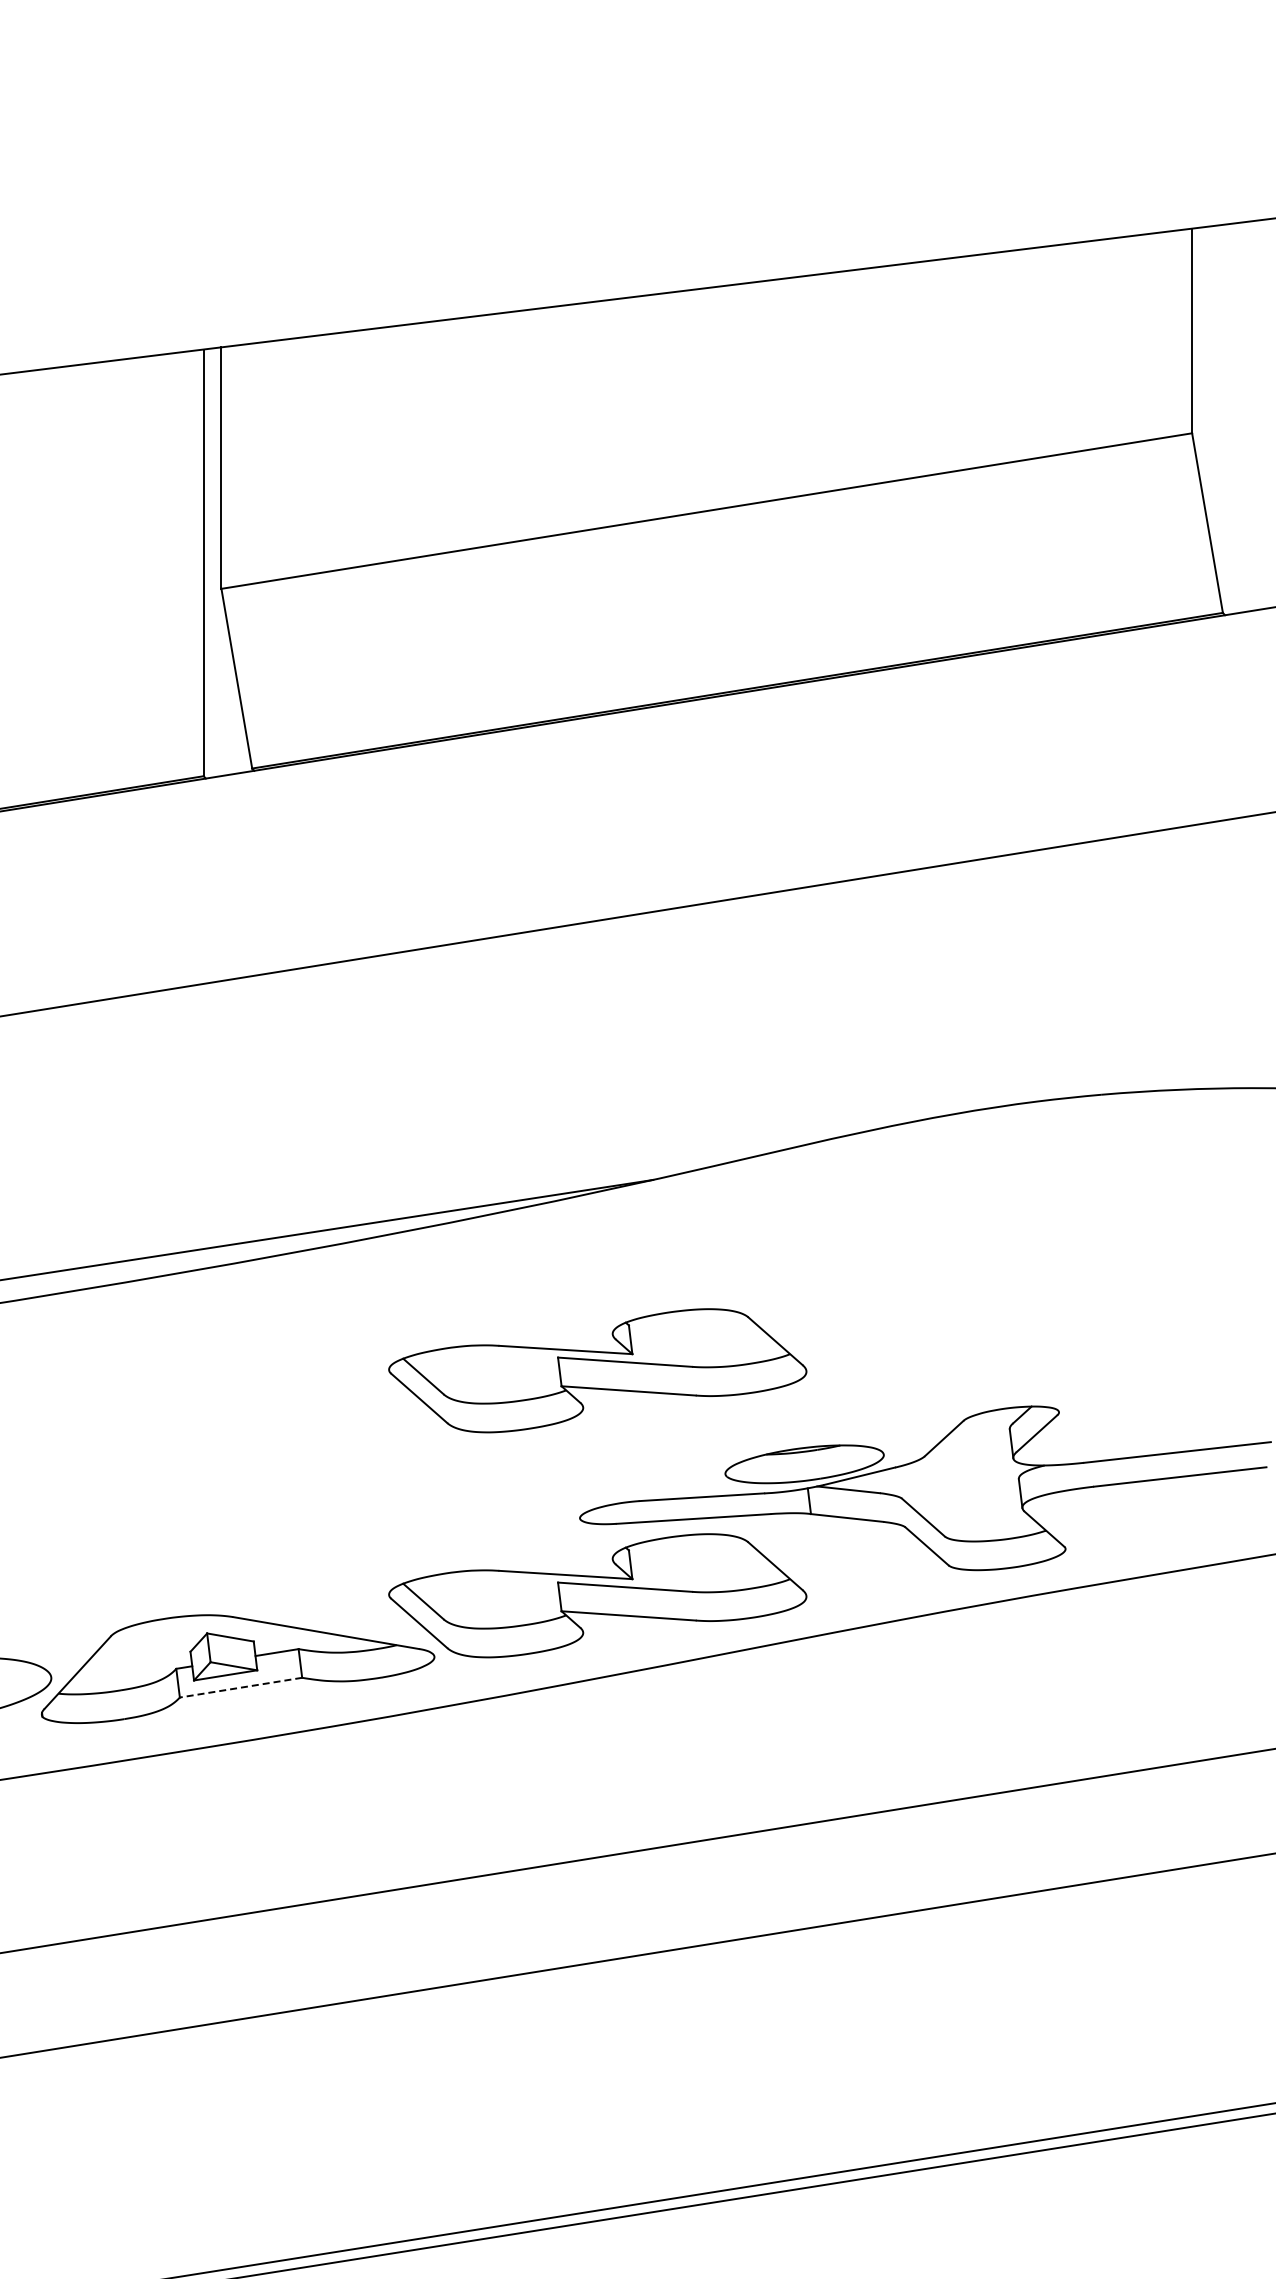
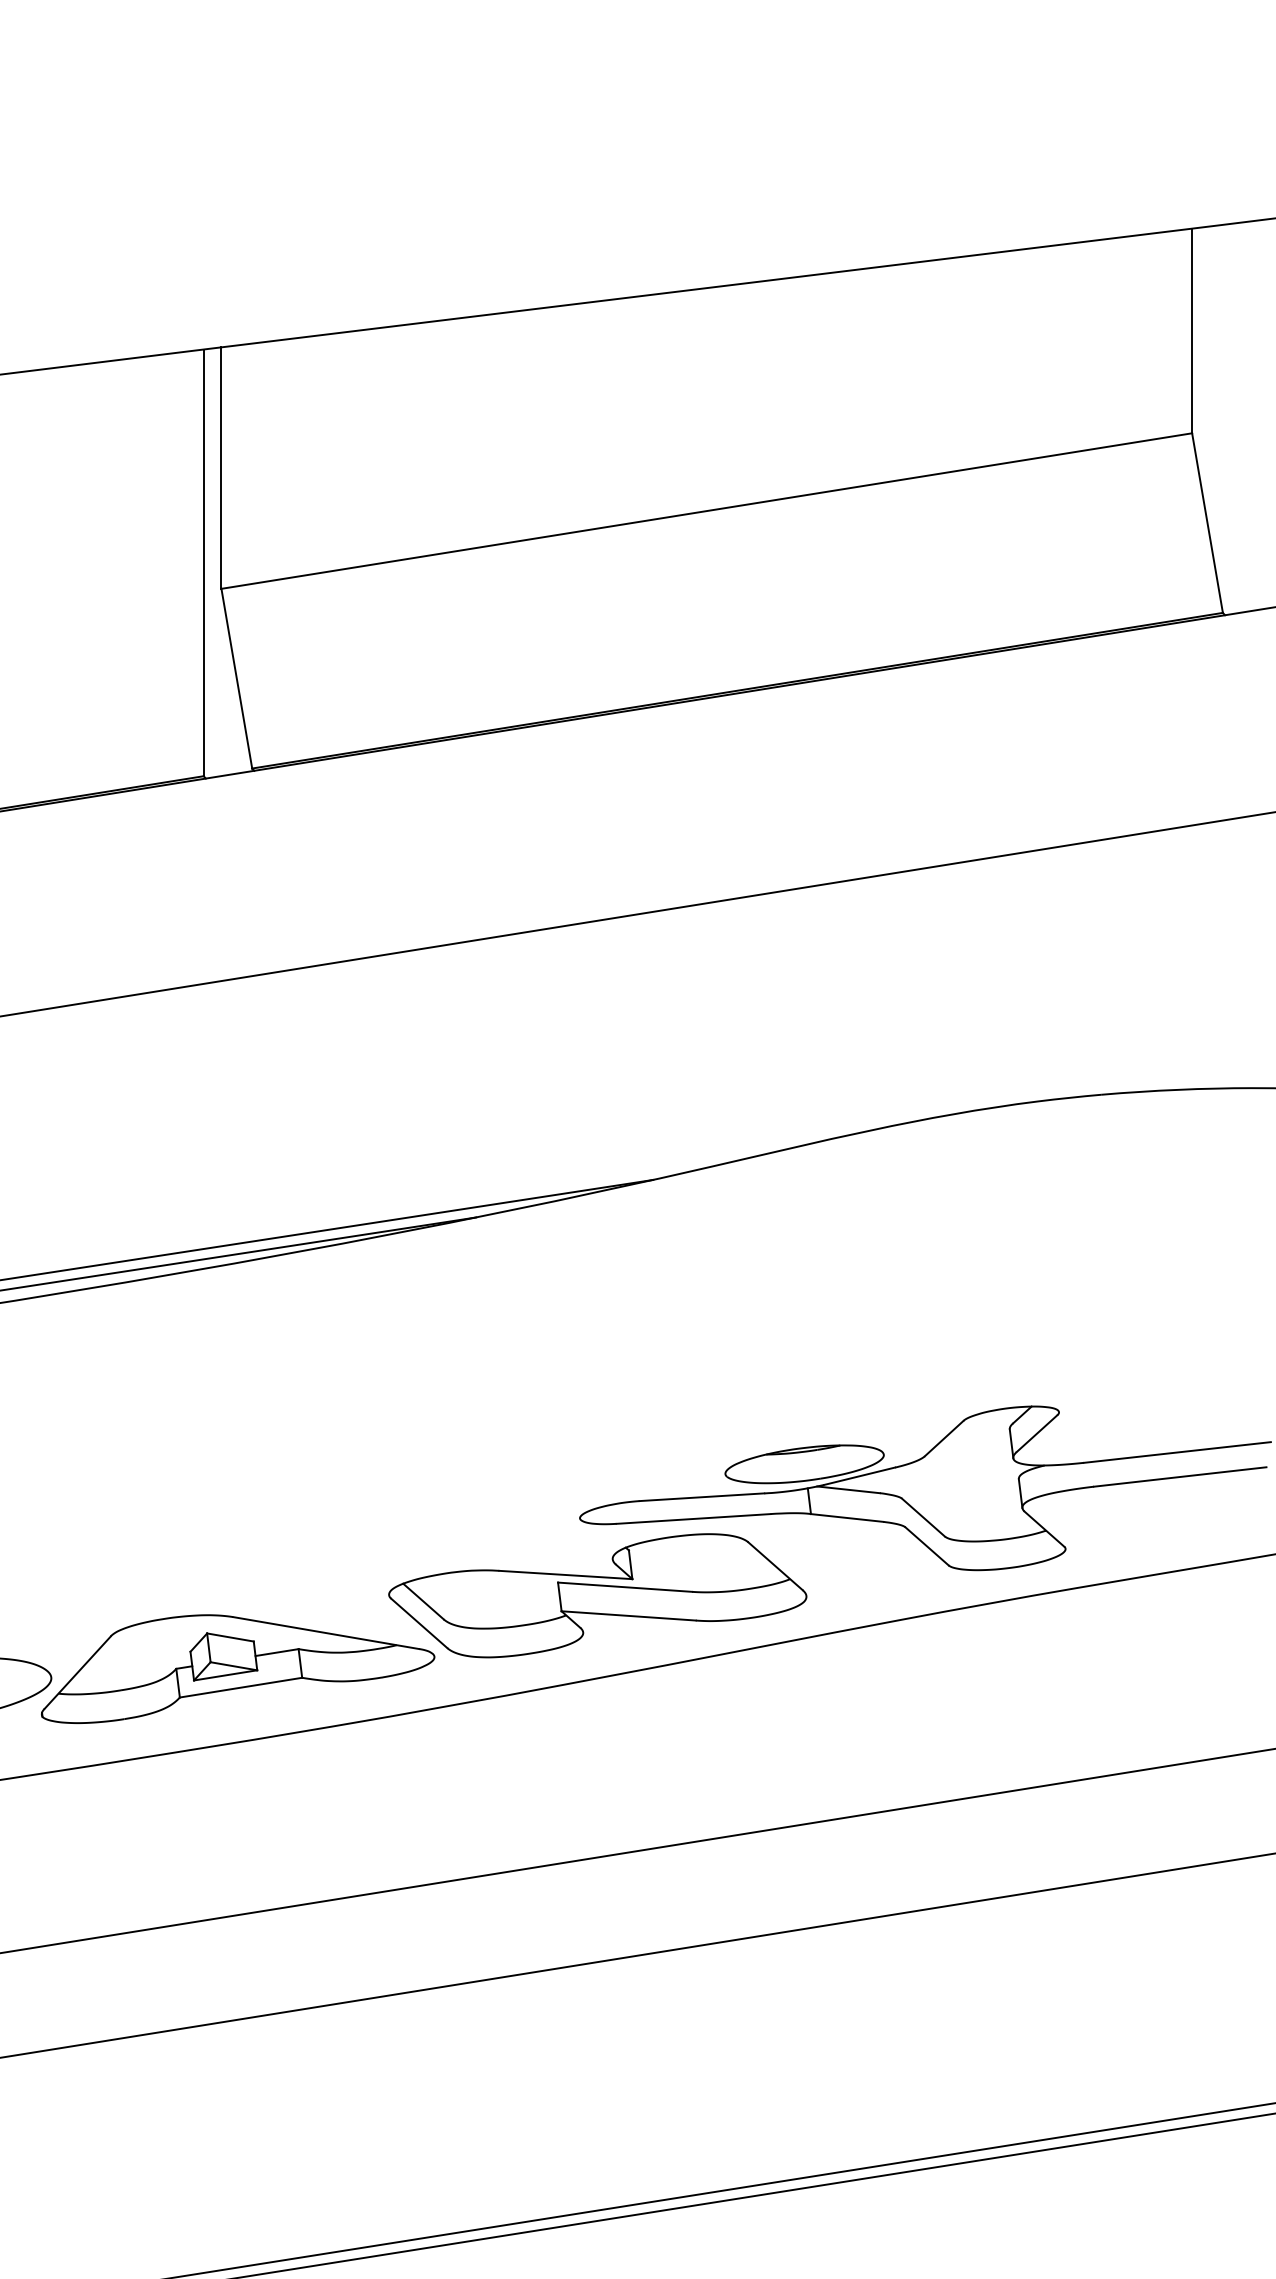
line at (239, 1253): none -> present
part at (597, 1370): present -> none
line at (241, 1687): dashed -> solid
